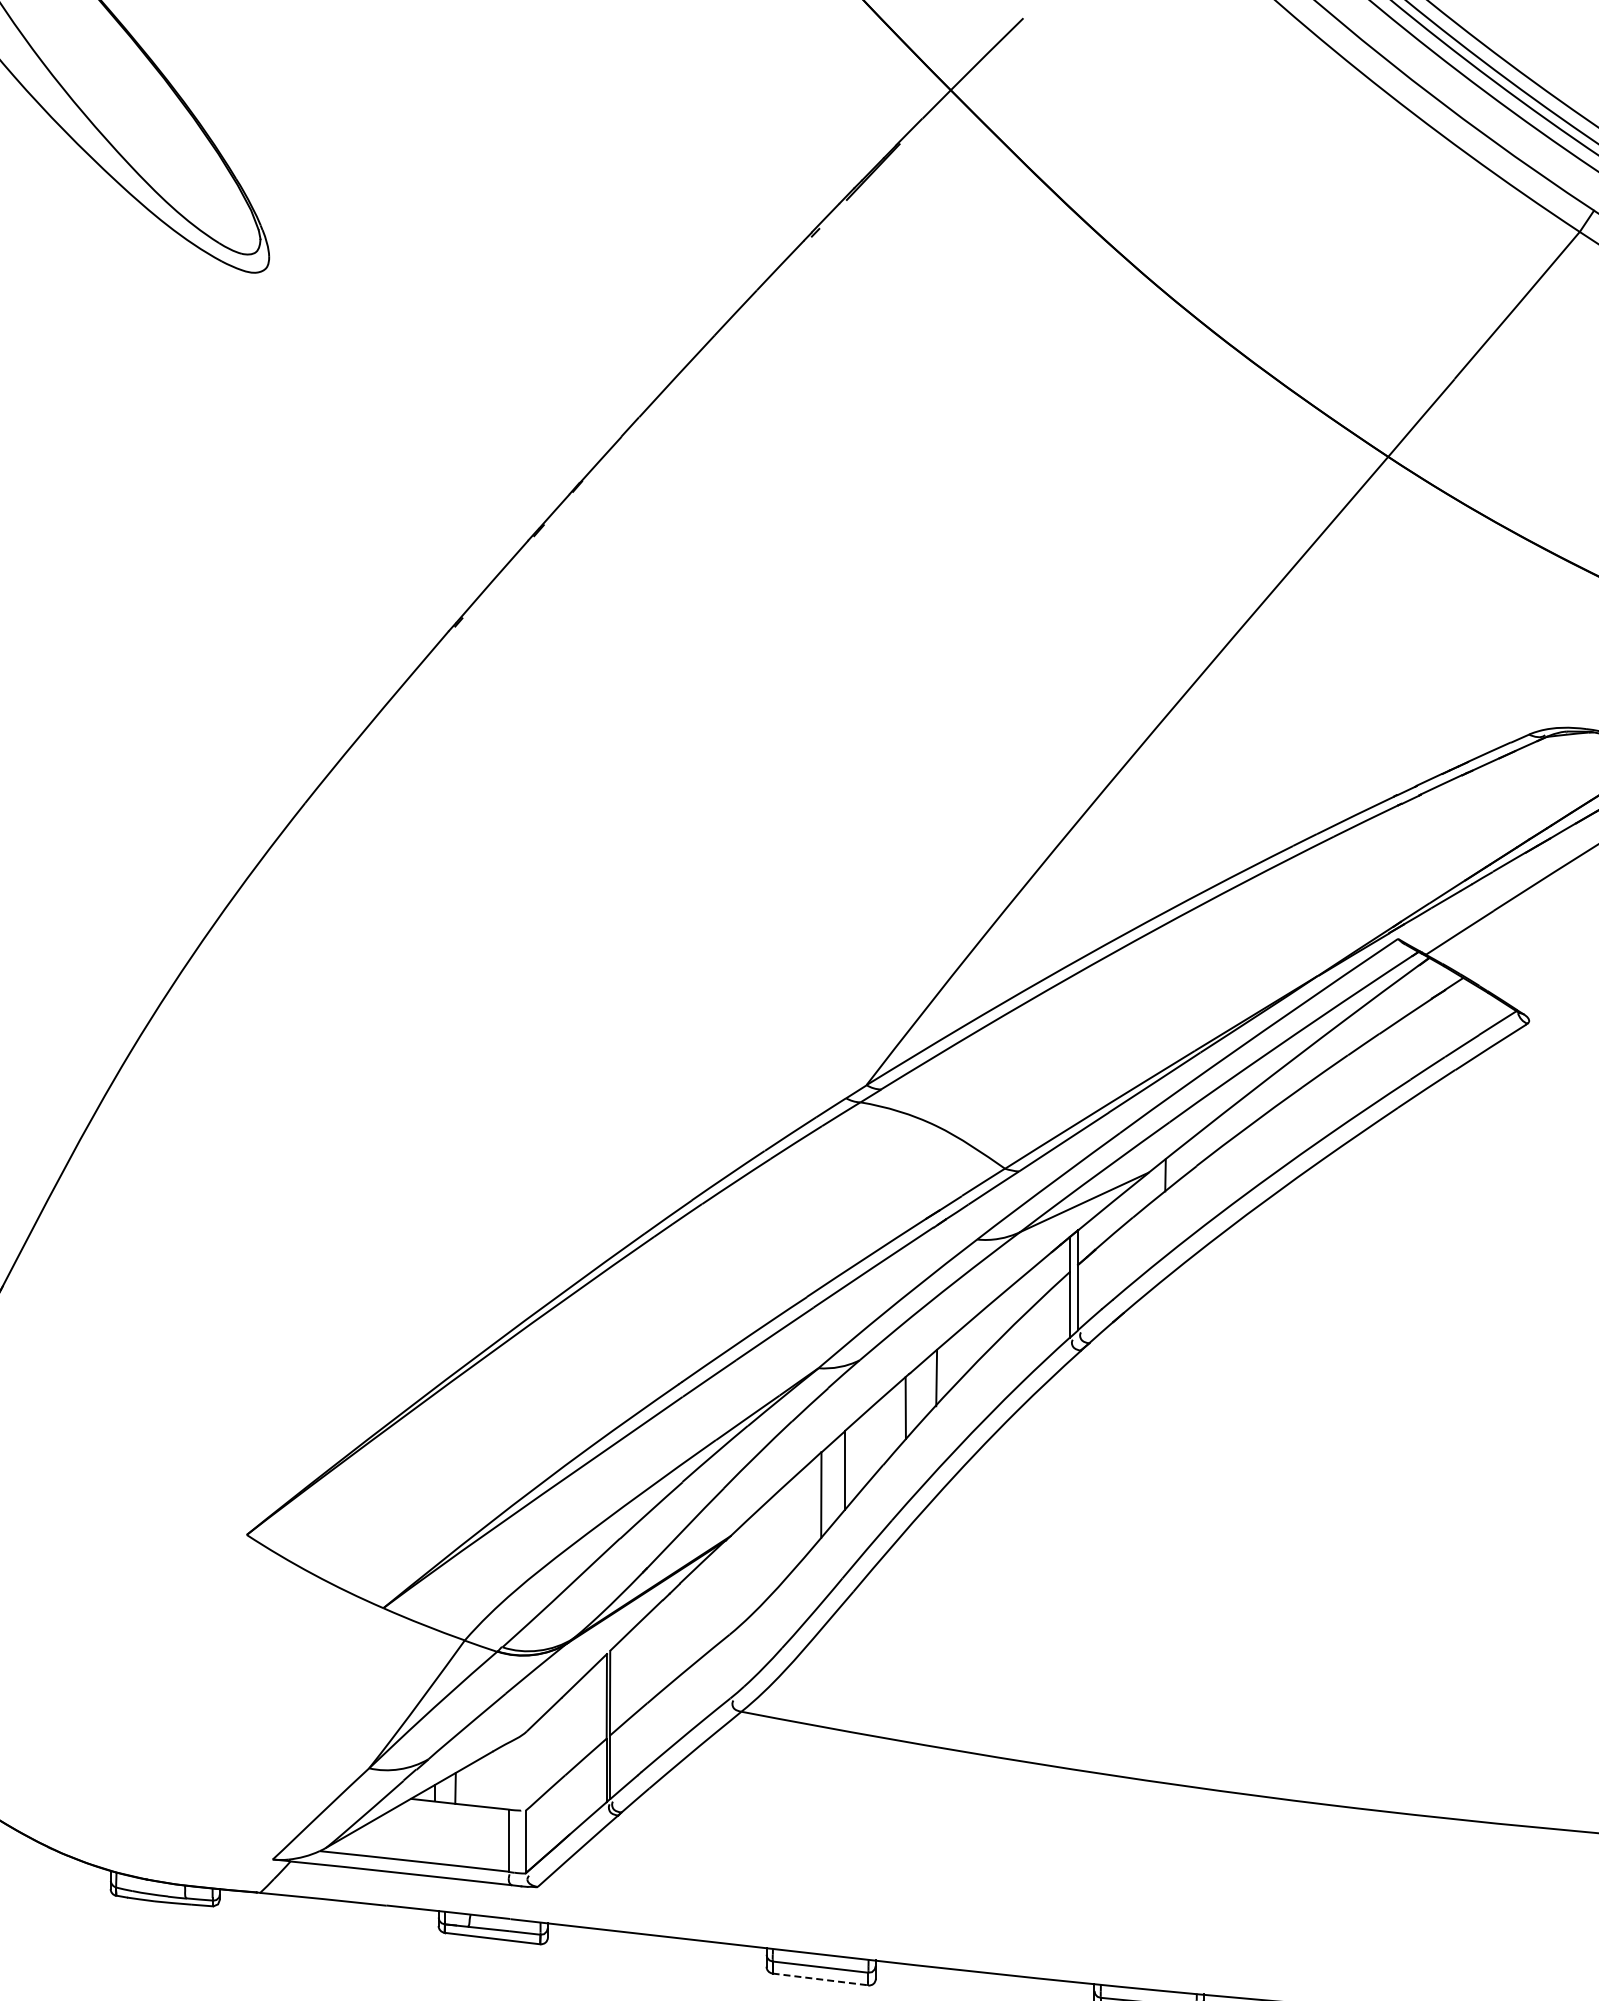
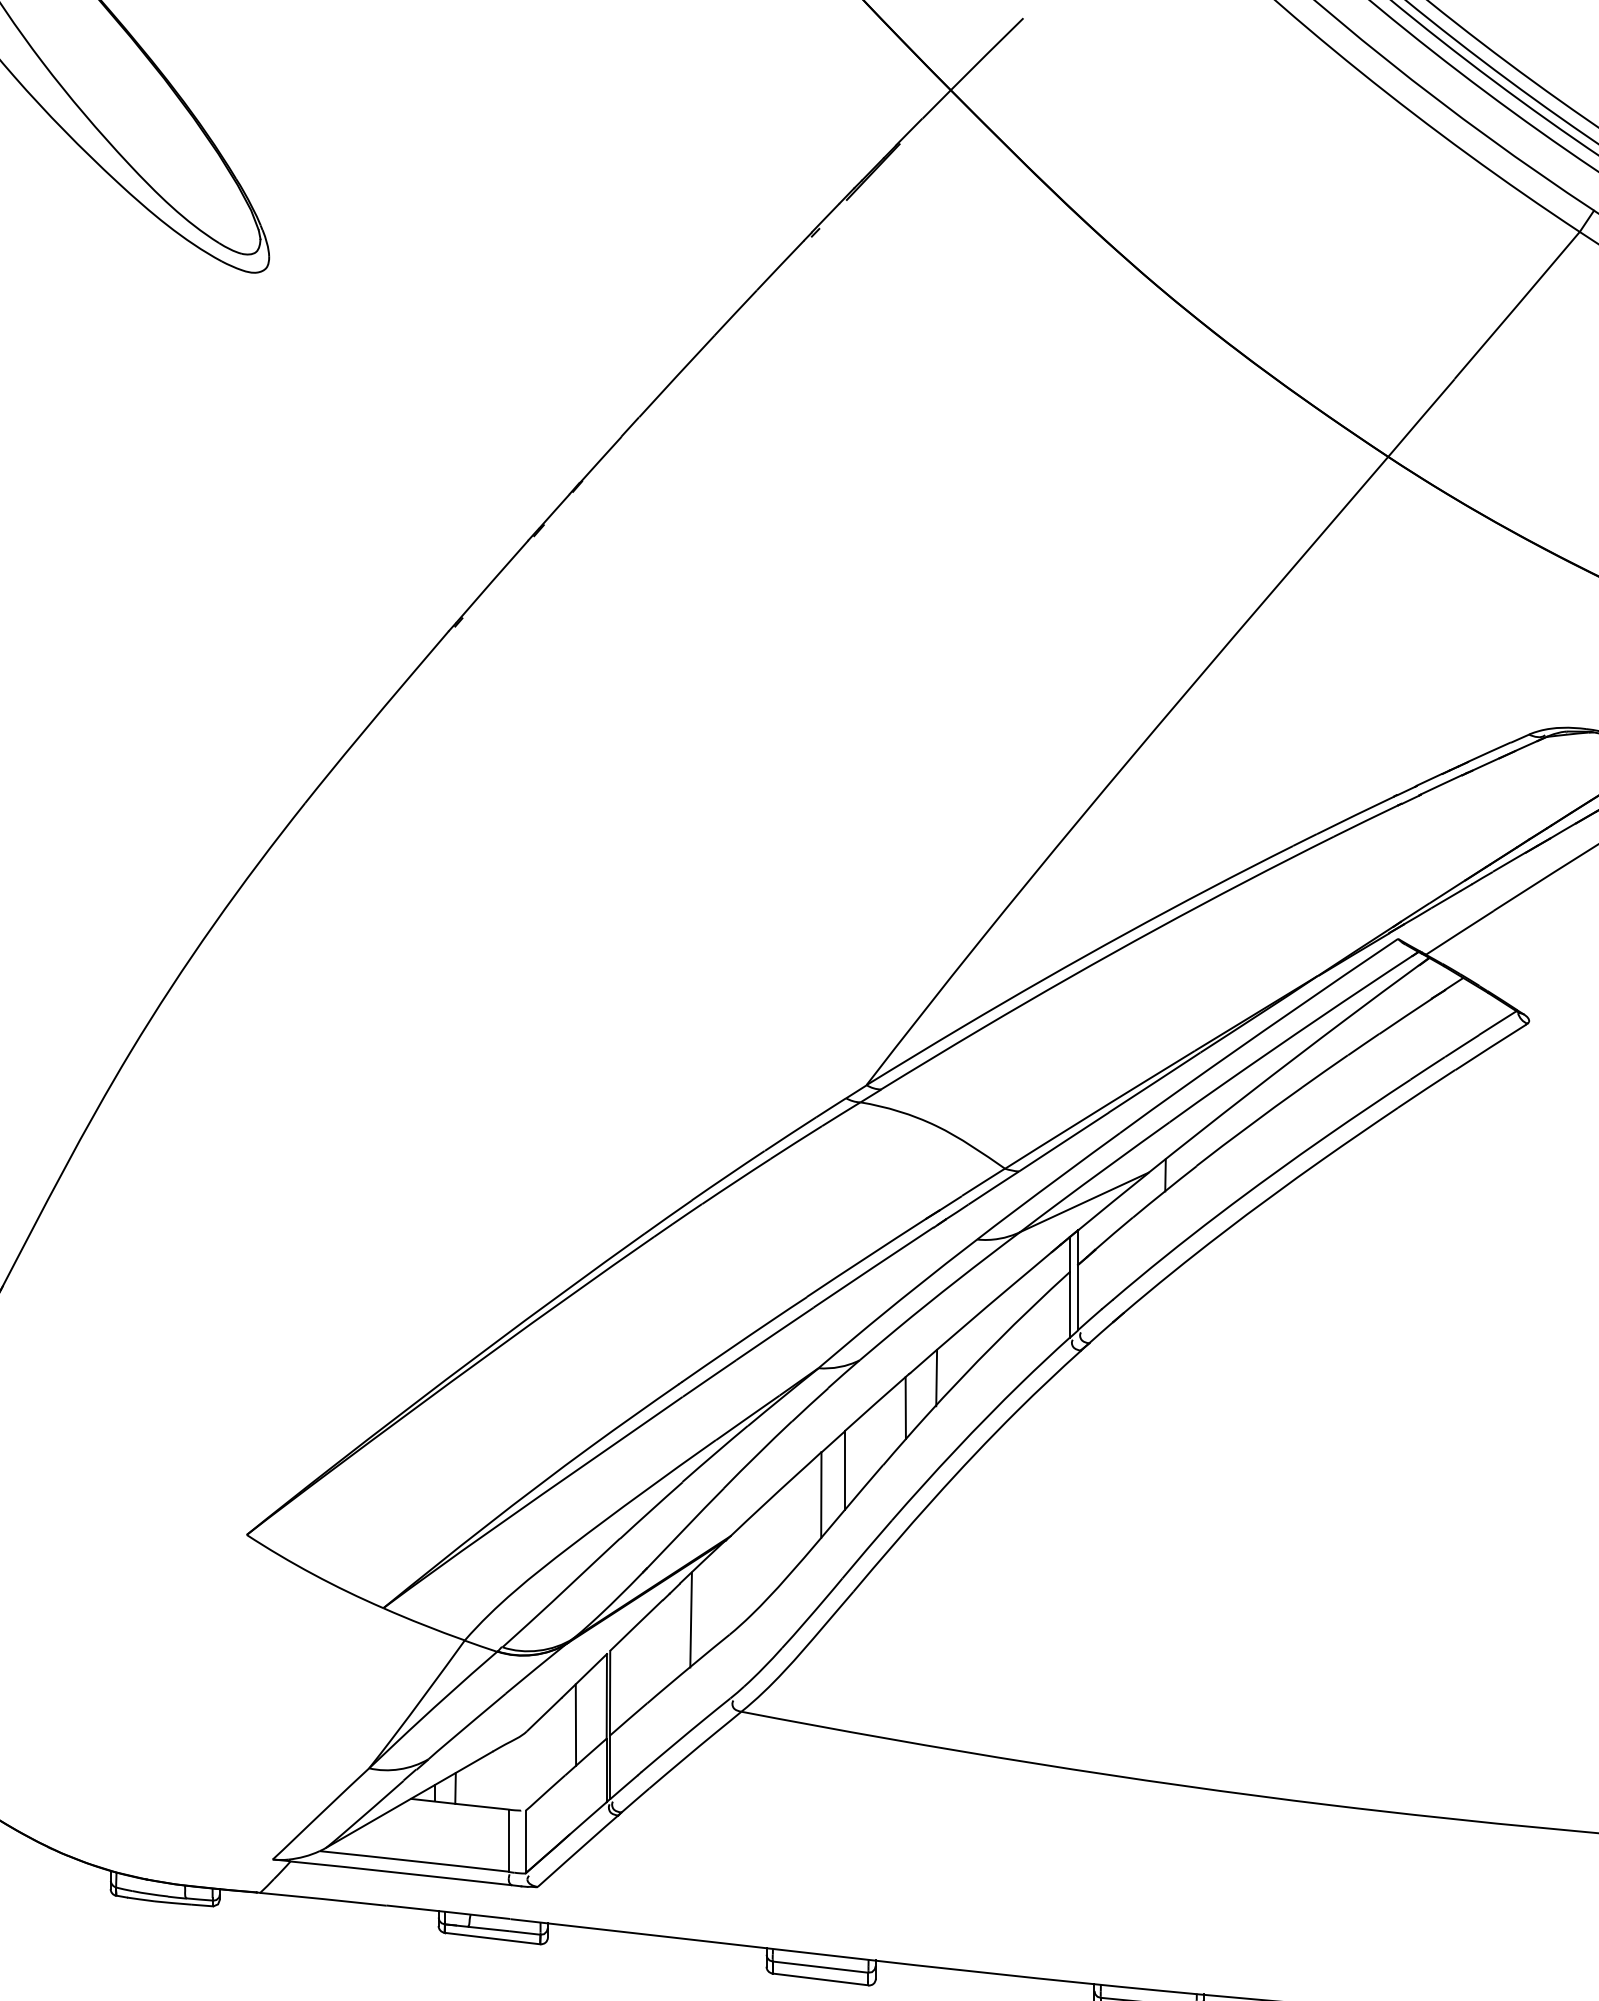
line at (690, 1619): none -> present
line at (575, 1724): none -> present
line at (820, 1979): dashed -> solid
